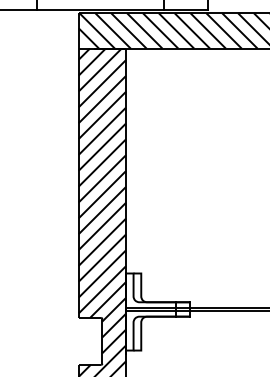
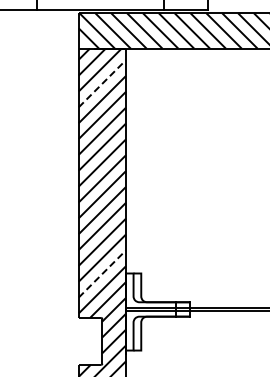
line at (102, 83): solid -> dashed
line at (102, 273): solid -> dashed
